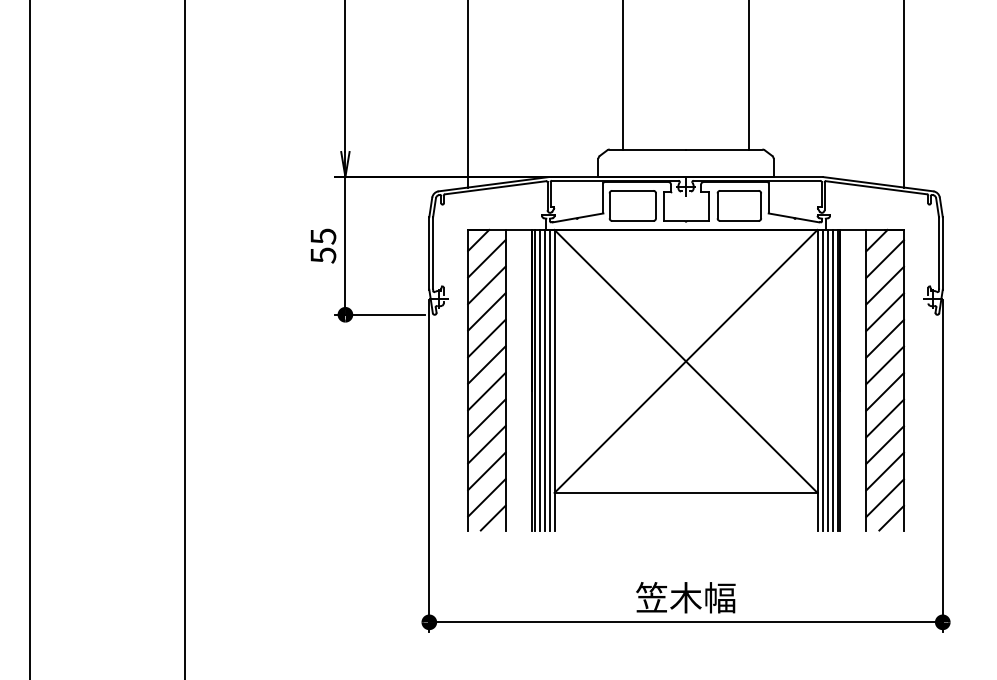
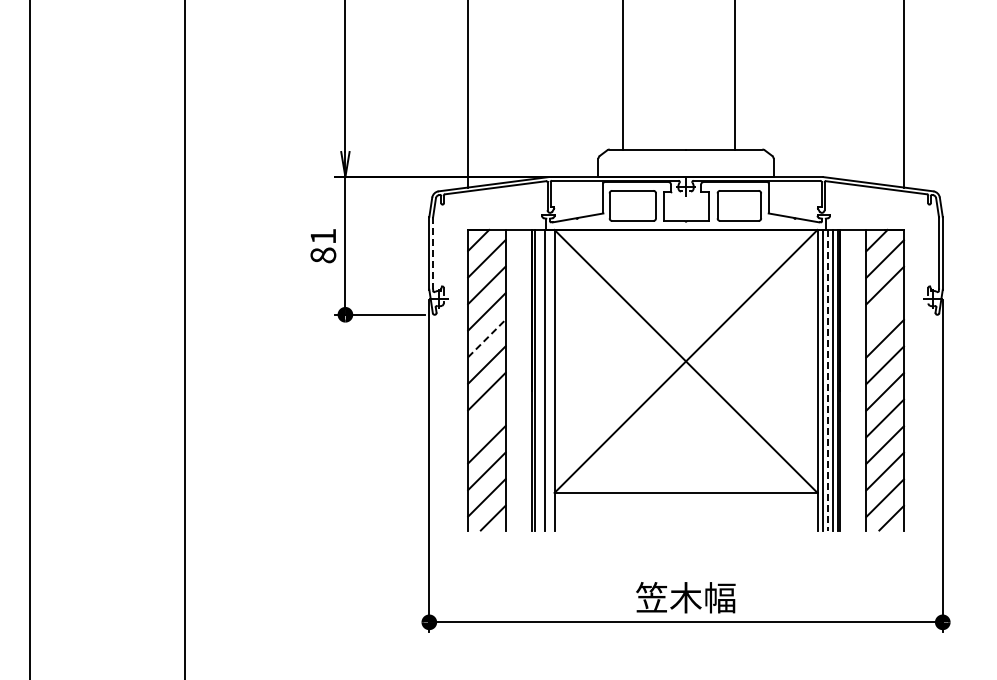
line at (748, 75) position: (748, 75) -> (734, 75)
text at (323, 245): 55 -> 81
line at (433, 253): solid -> dashed
line at (884, 311): present -> none
line at (486, 338): solid -> dashed
line at (539, 379): present -> none
line at (549, 379): present -> none
line at (827, 380): solid -> dashed
line at (486, 417): present -> none
